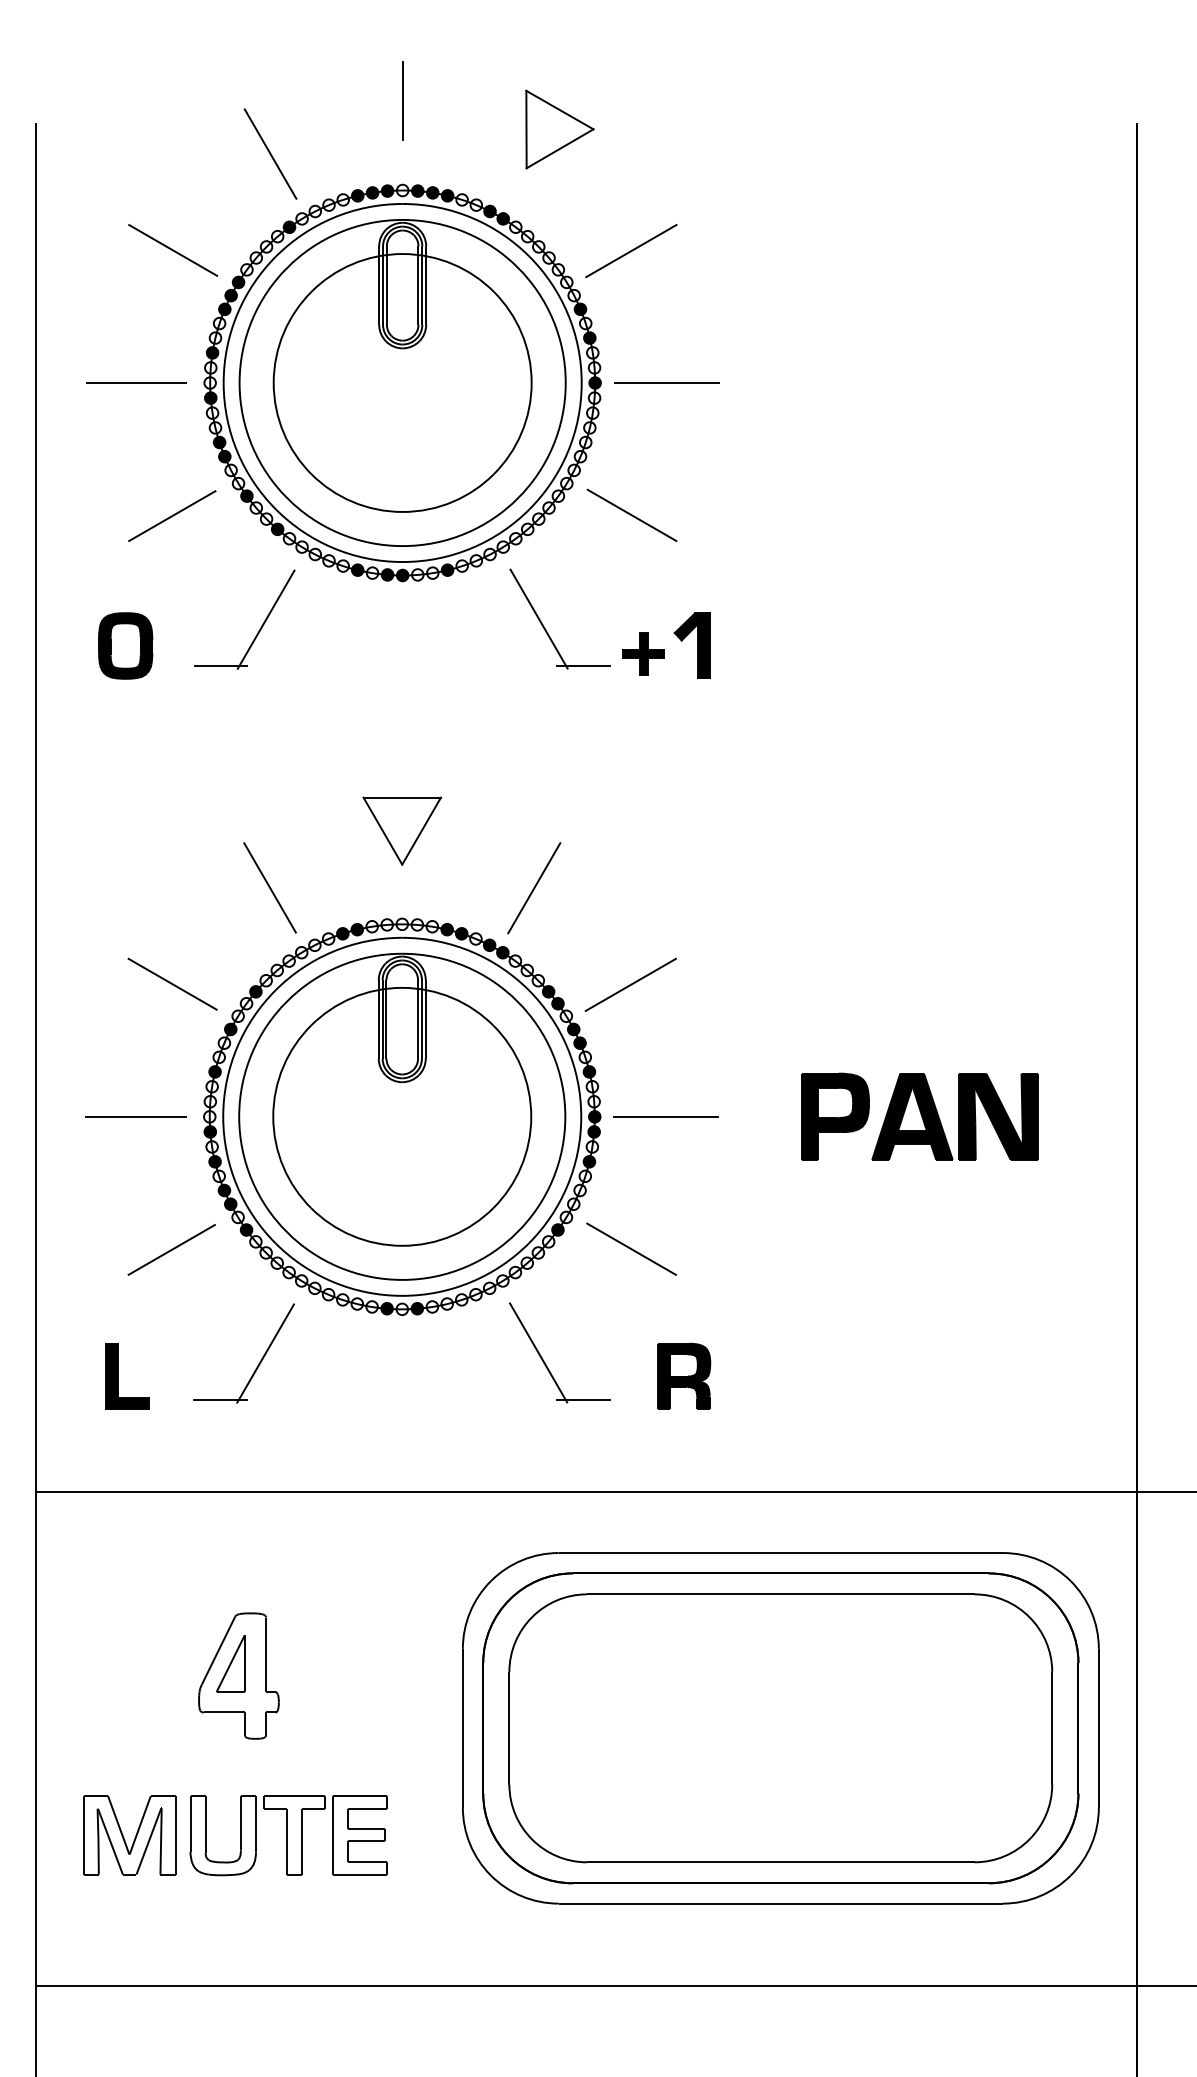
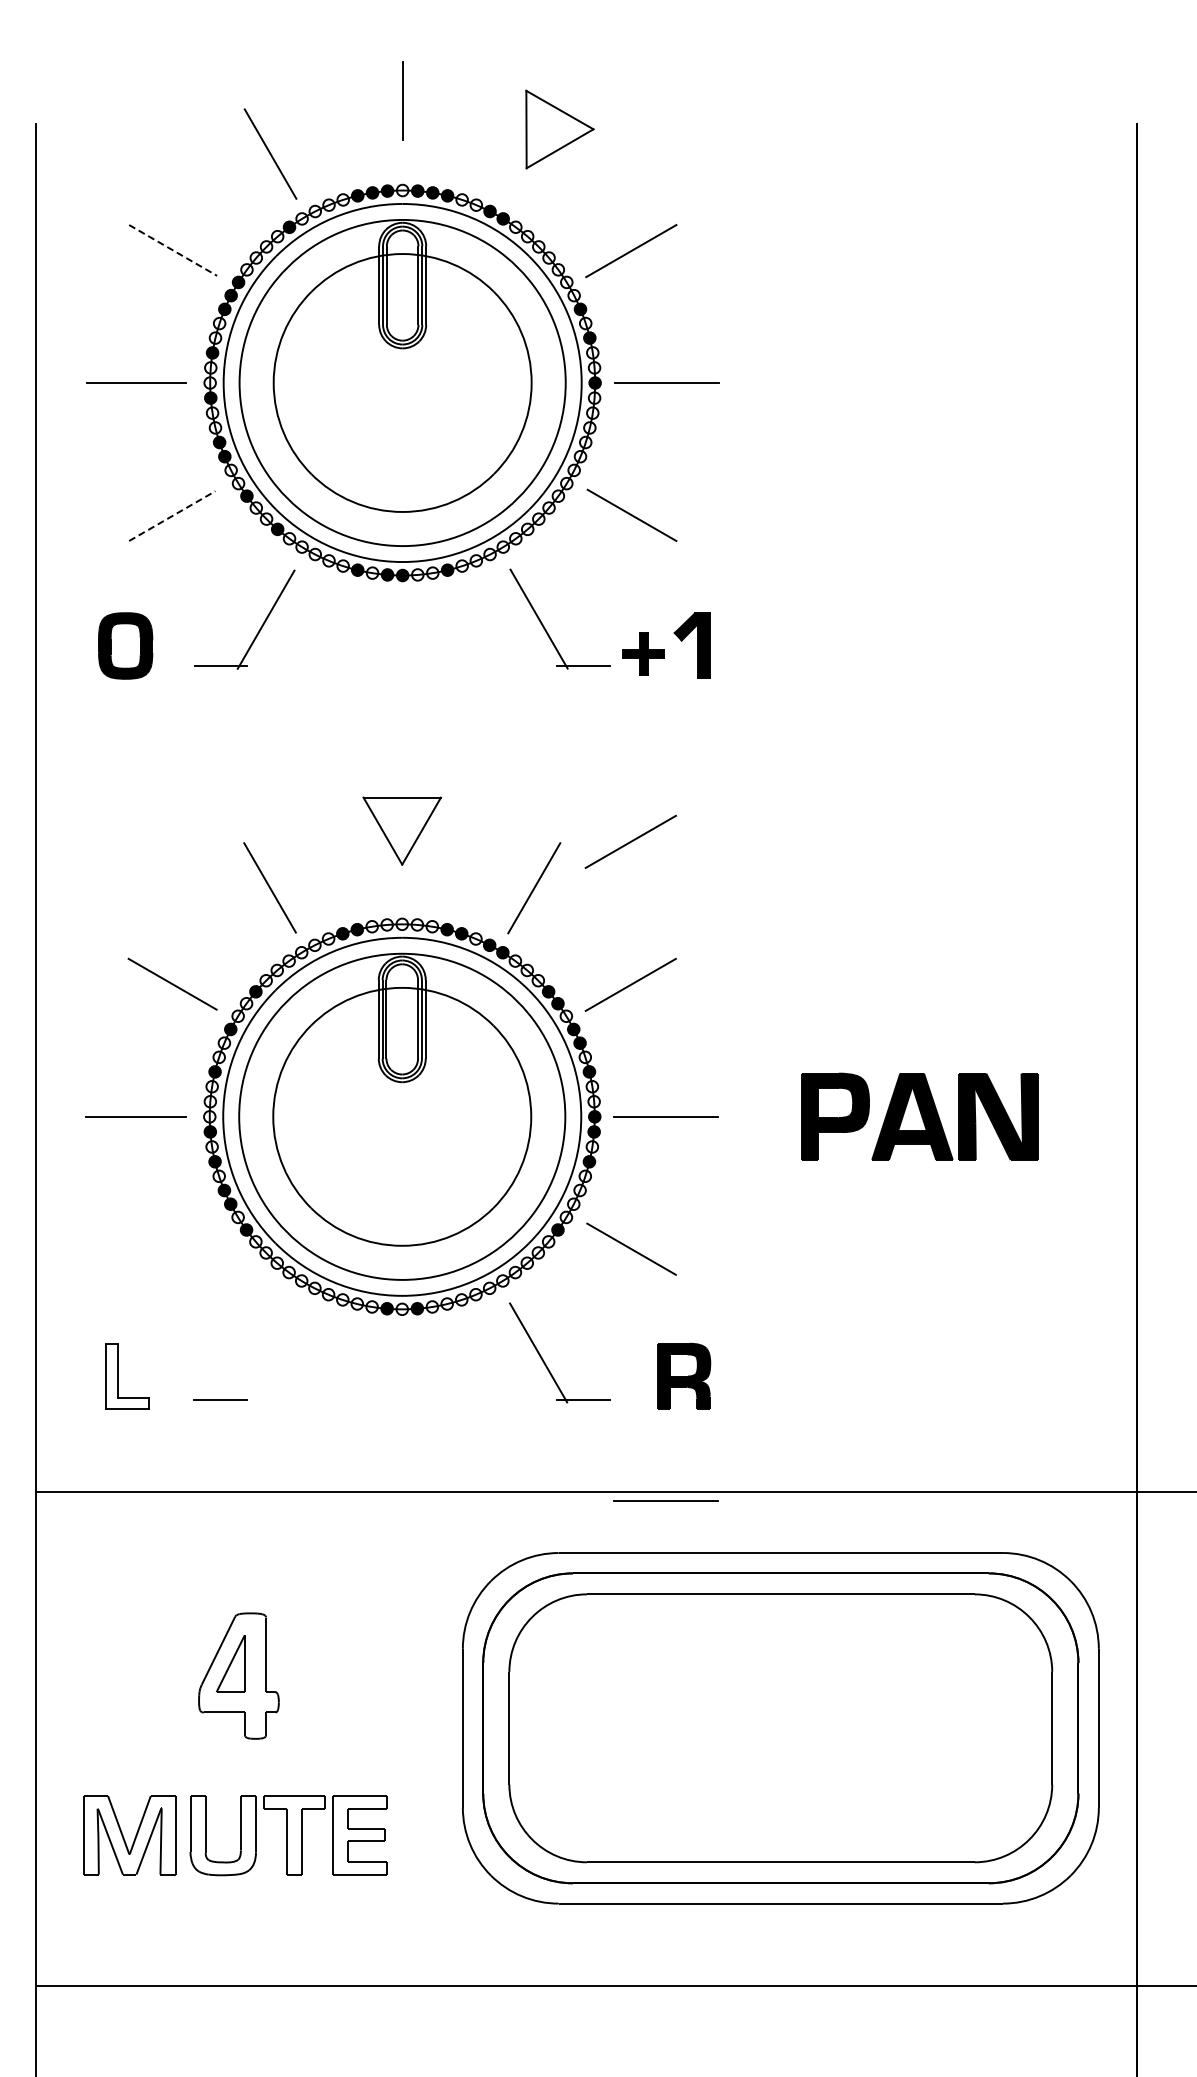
line at (173, 250): solid -> dashed
line at (172, 516): solid -> dashed
line at (630, 841): none -> present
line at (171, 1249): present -> none
line at (265, 1353): present -> none
fill at (127, 1375): present -> none
line at (665, 1500): none -> present
